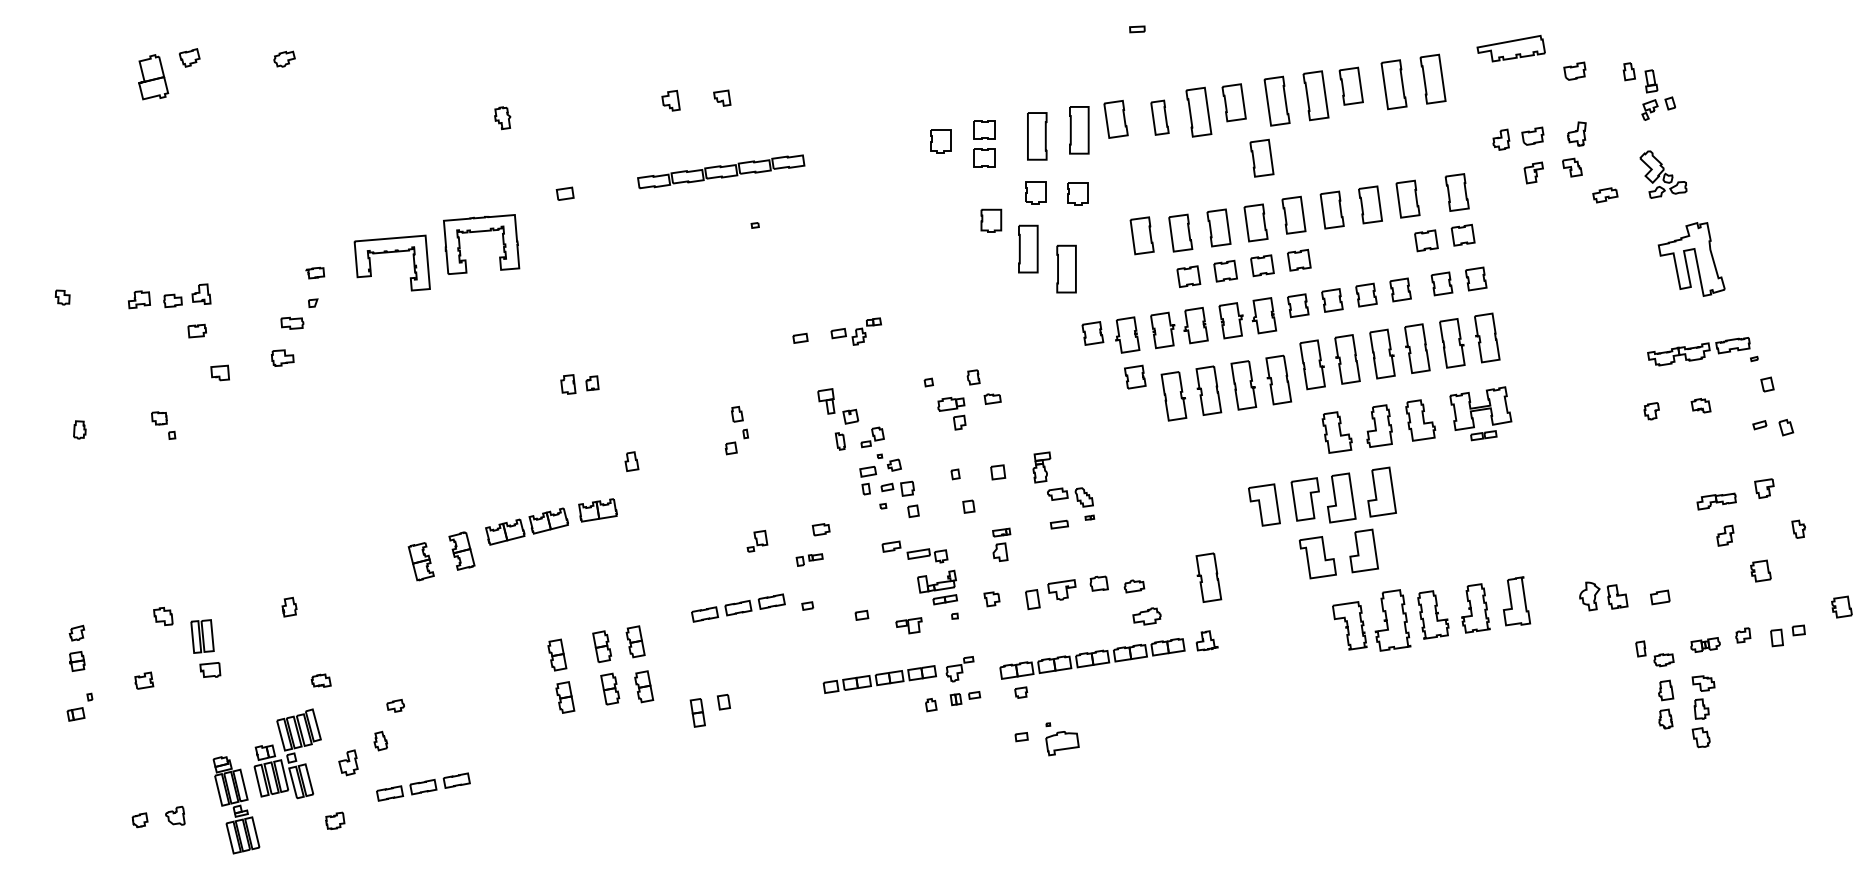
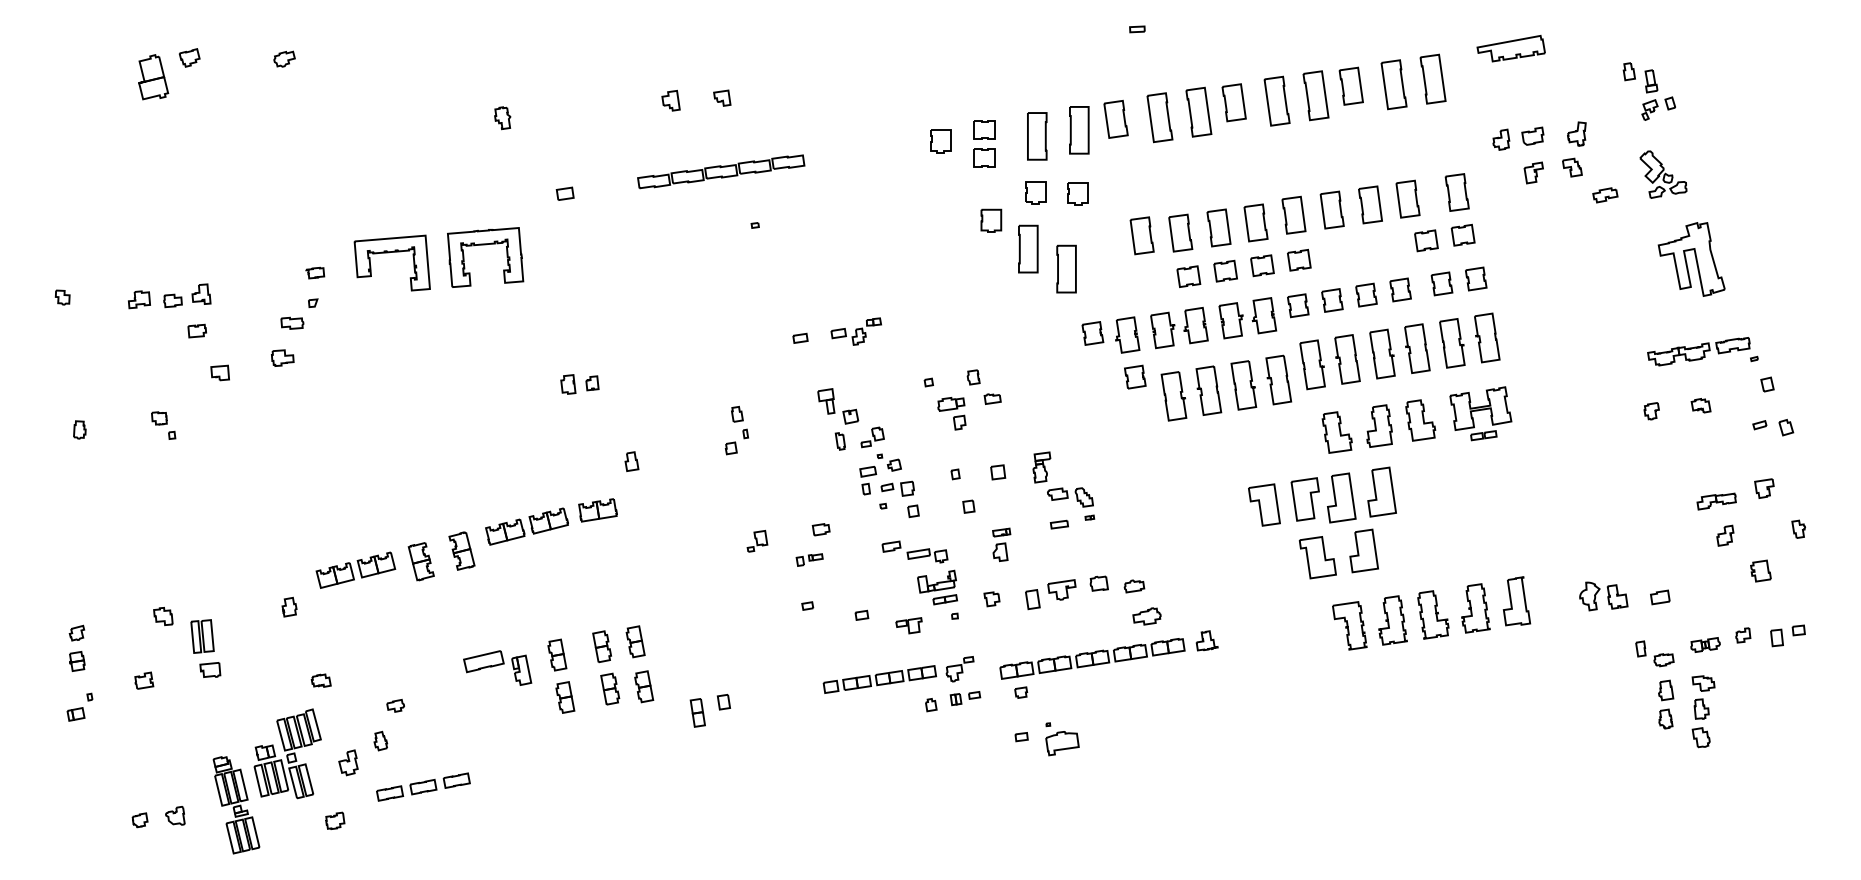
part at (1574, 70): present -> none
part at (1159, 117) size: 20x37 px -> 28x52 px
part at (1261, 157): present -> none
part at (481, 232) position: (481, 232) -> (485, 245)
part at (355, 569): none -> present
part at (1208, 577): present -> none
part at (1841, 606): present -> none
part at (738, 607): present -> none
part at (1392, 620) size: 38x63 px -> 30x51 px
part at (497, 667): none -> present
